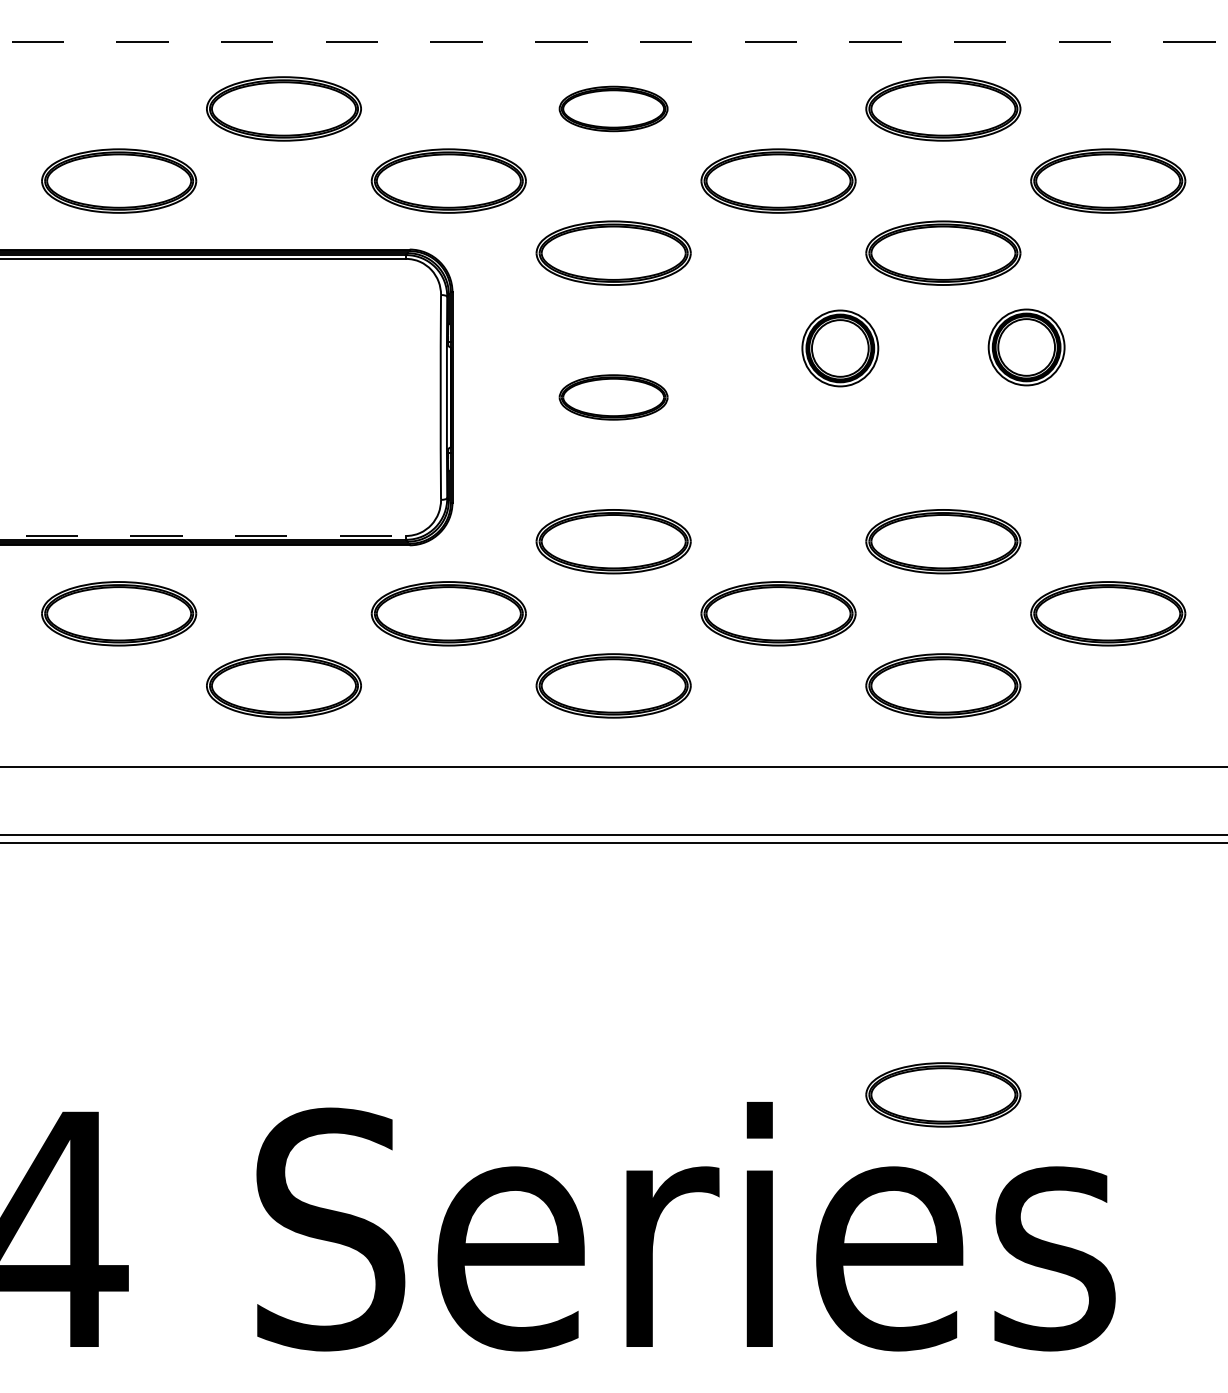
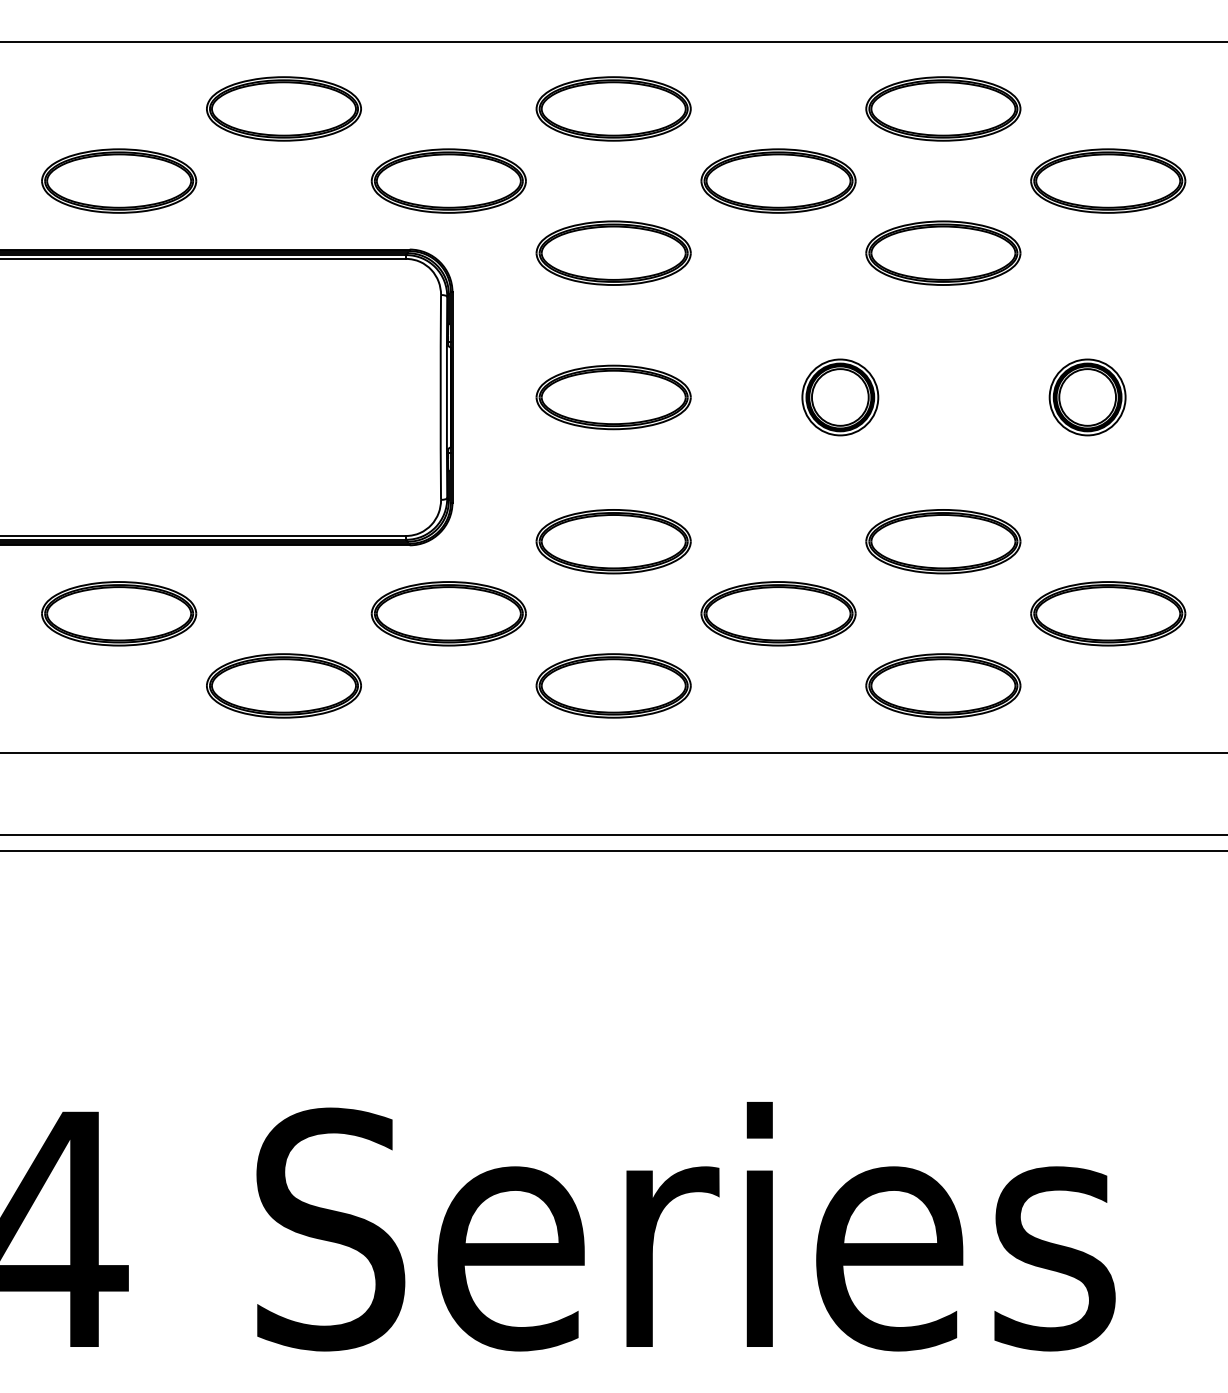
line at (614, 41): dashed -> solid
part at (613, 108) size: 111x48 px -> 157x66 px
part at (1026, 347) position: (1026, 347) -> (1087, 397)
part at (840, 348) position: (840, 348) -> (840, 397)
part at (613, 397) size: 111x47 px -> 157x67 px
line at (203, 535): dashed -> solid
line at (613, 767) position: (613, 767) -> (613, 753)
line at (613, 842) position: (613, 842) -> (613, 850)
part at (943, 1094): present -> none
